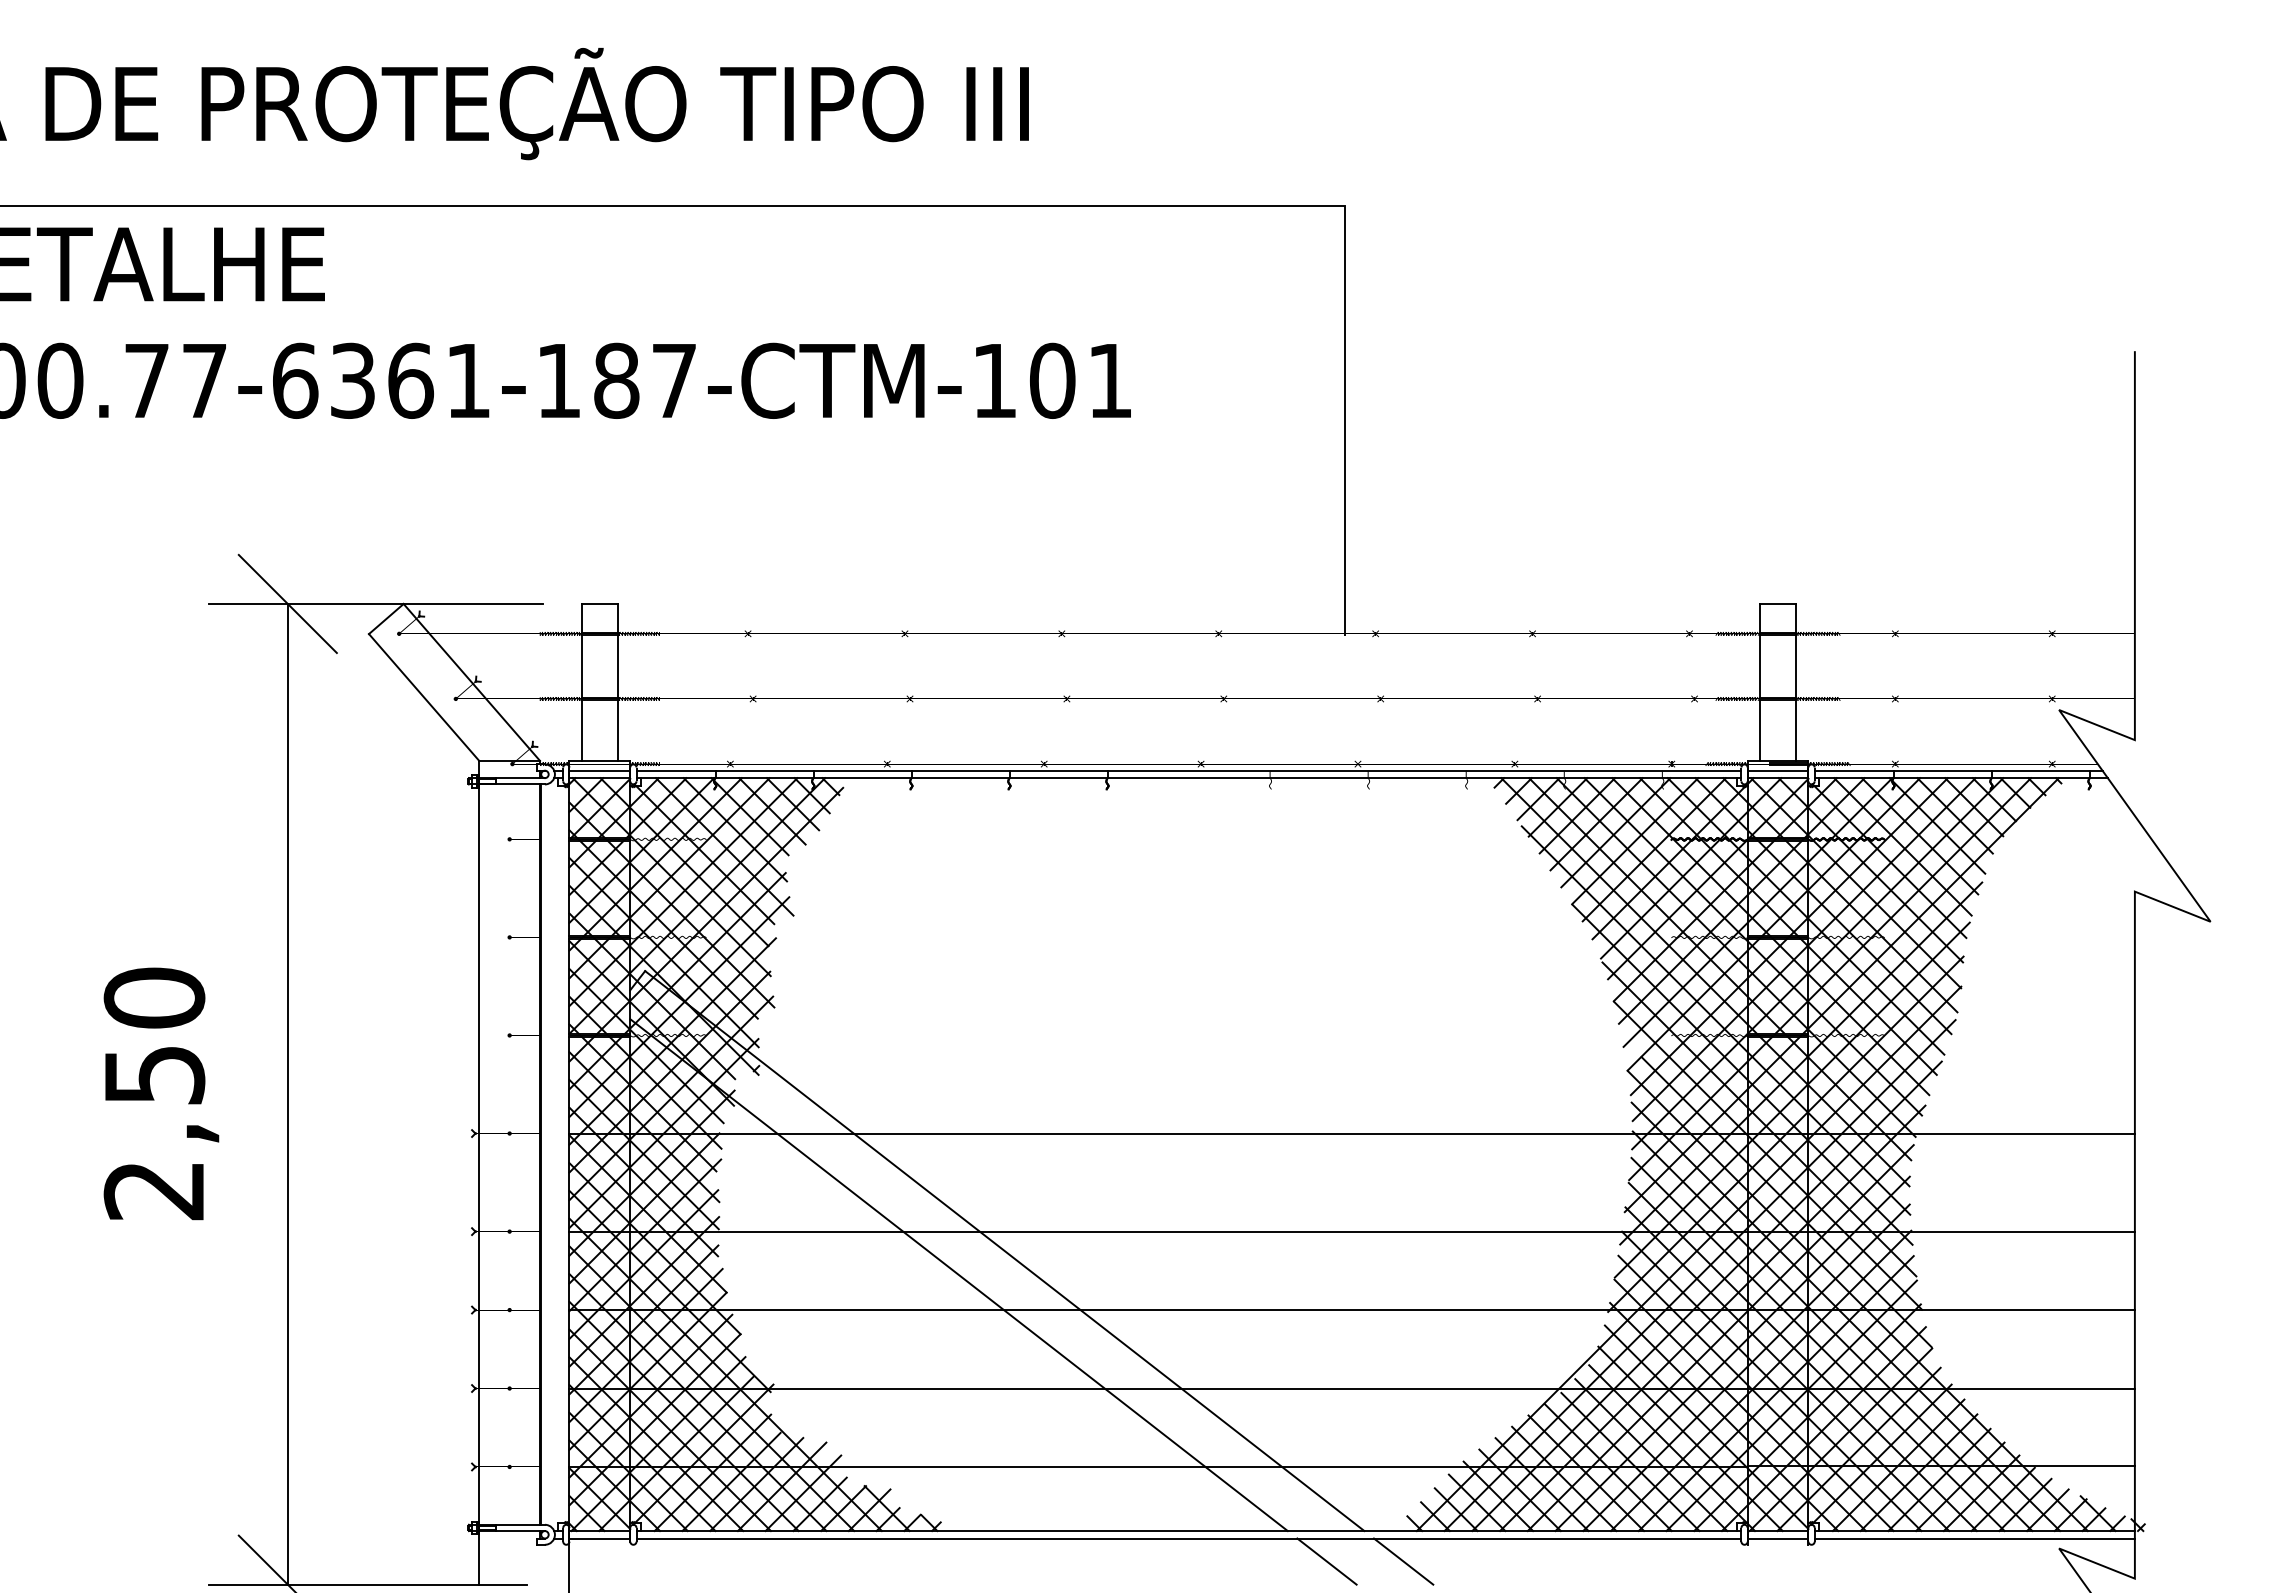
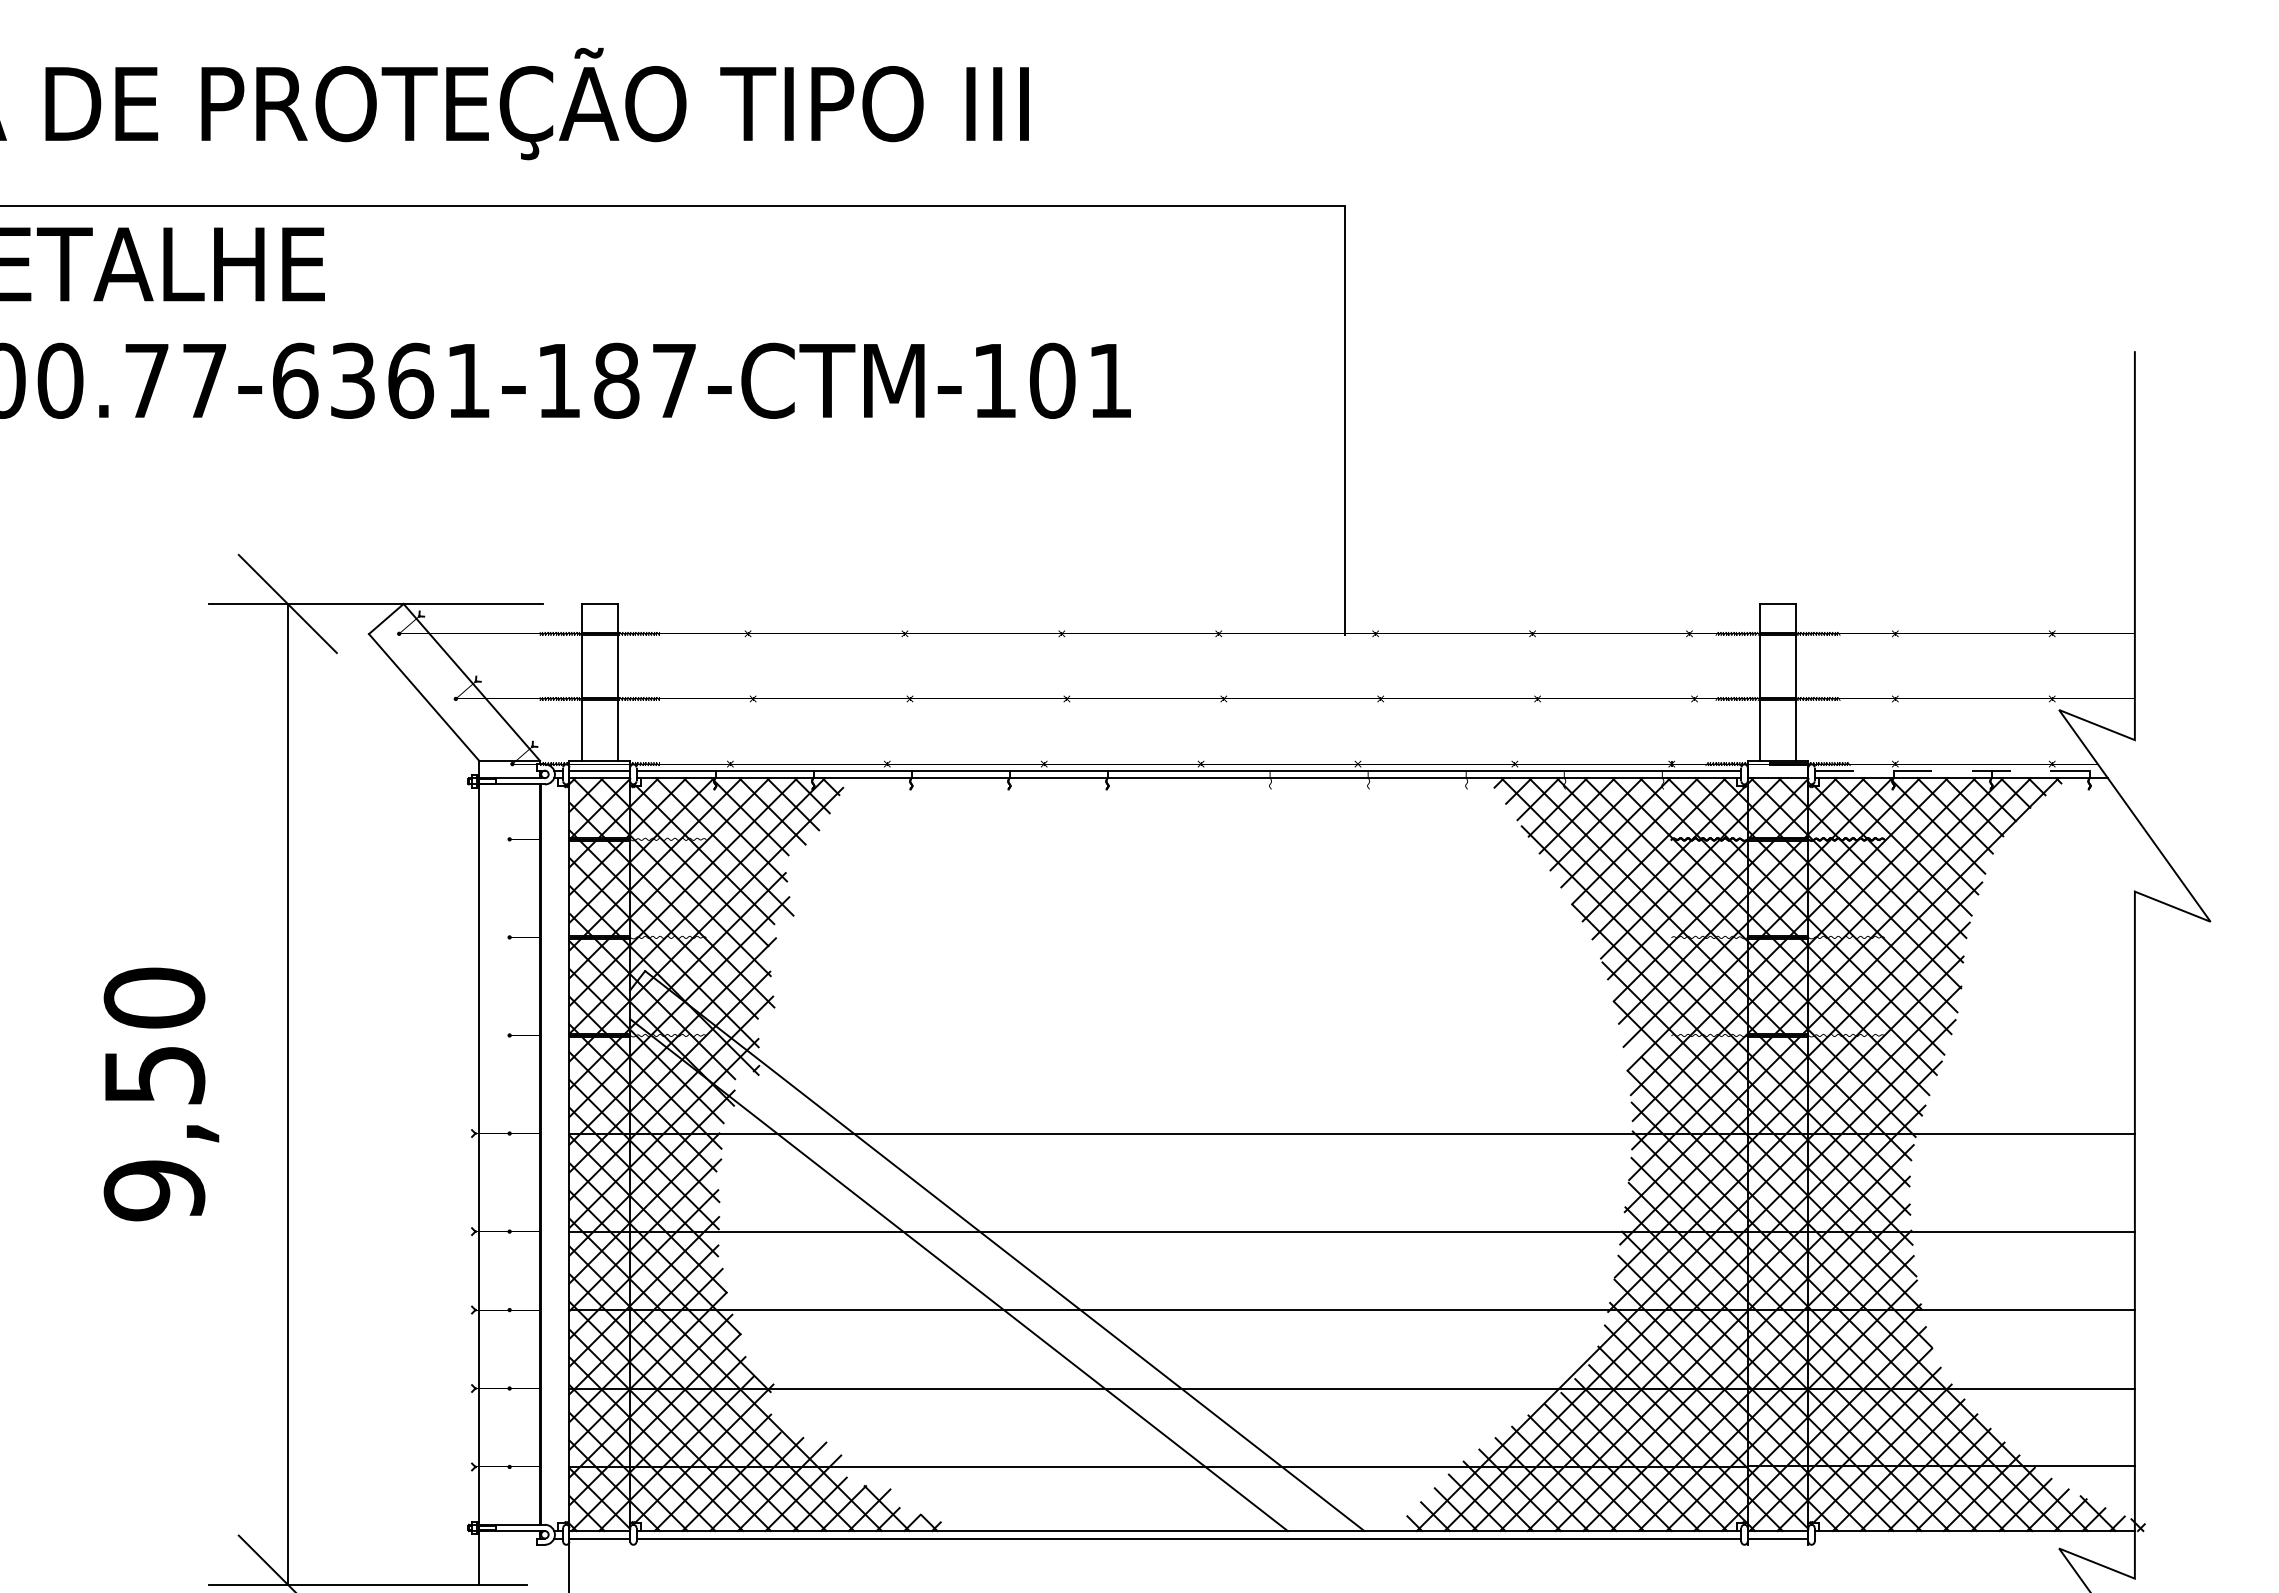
line at (1777, 770): present -> none
line at (1958, 770): solid -> dashed
text at (154, 1190): 2,50 -> 9,50
line at (1974, 1538): present -> none
line at (1326, 1561): present -> none
line at (1403, 1561): present -> none
